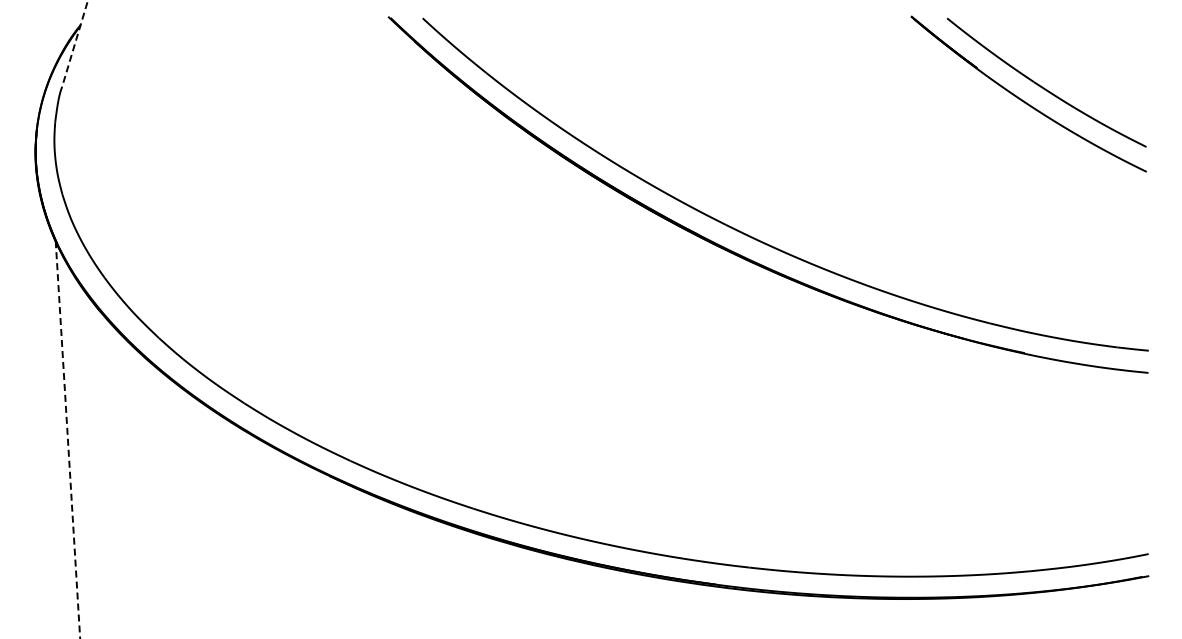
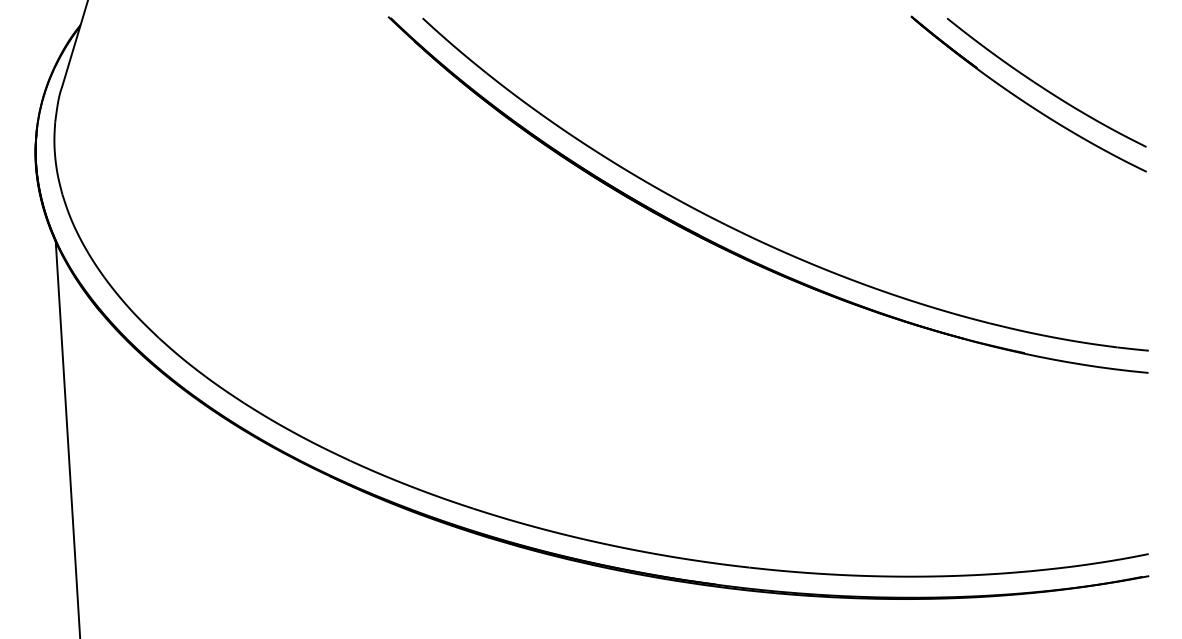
line at (75, 43): dashed -> solid
line at (67, 439): dashed -> solid
